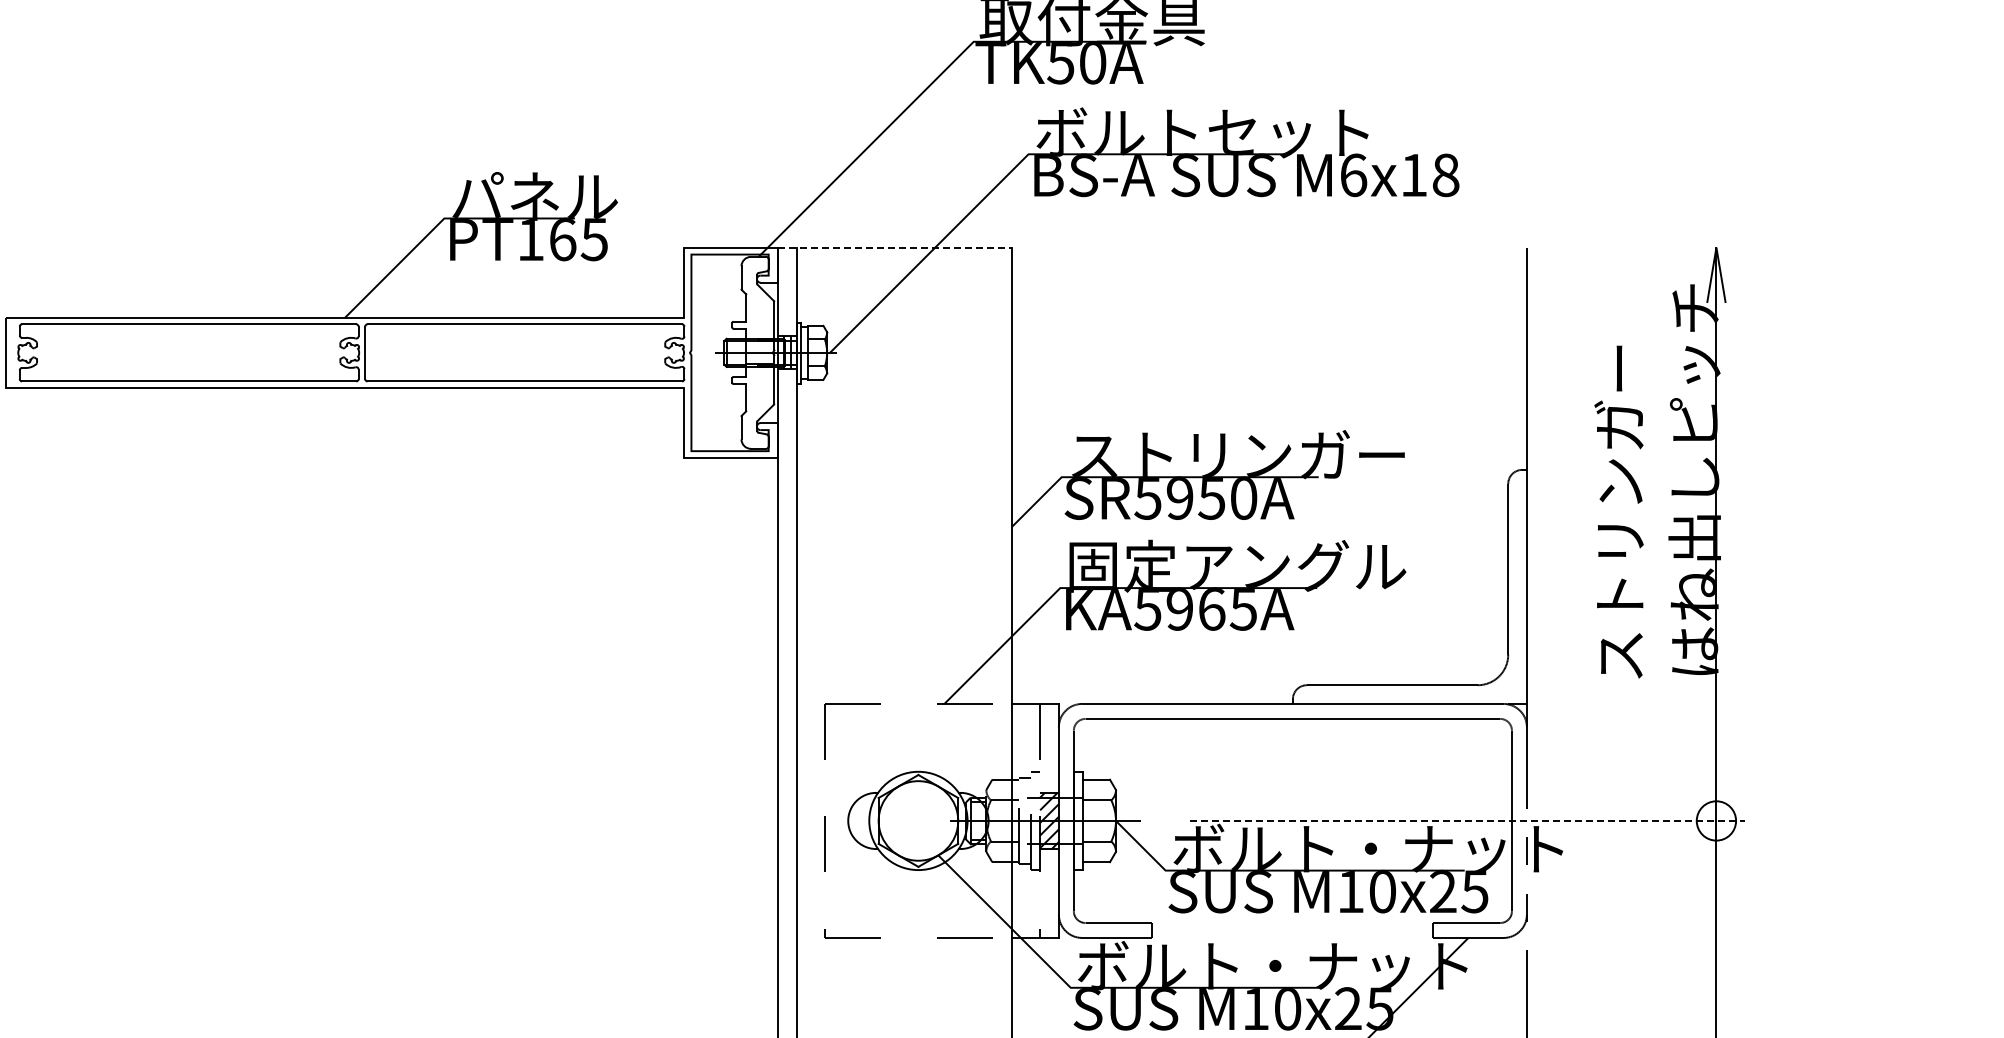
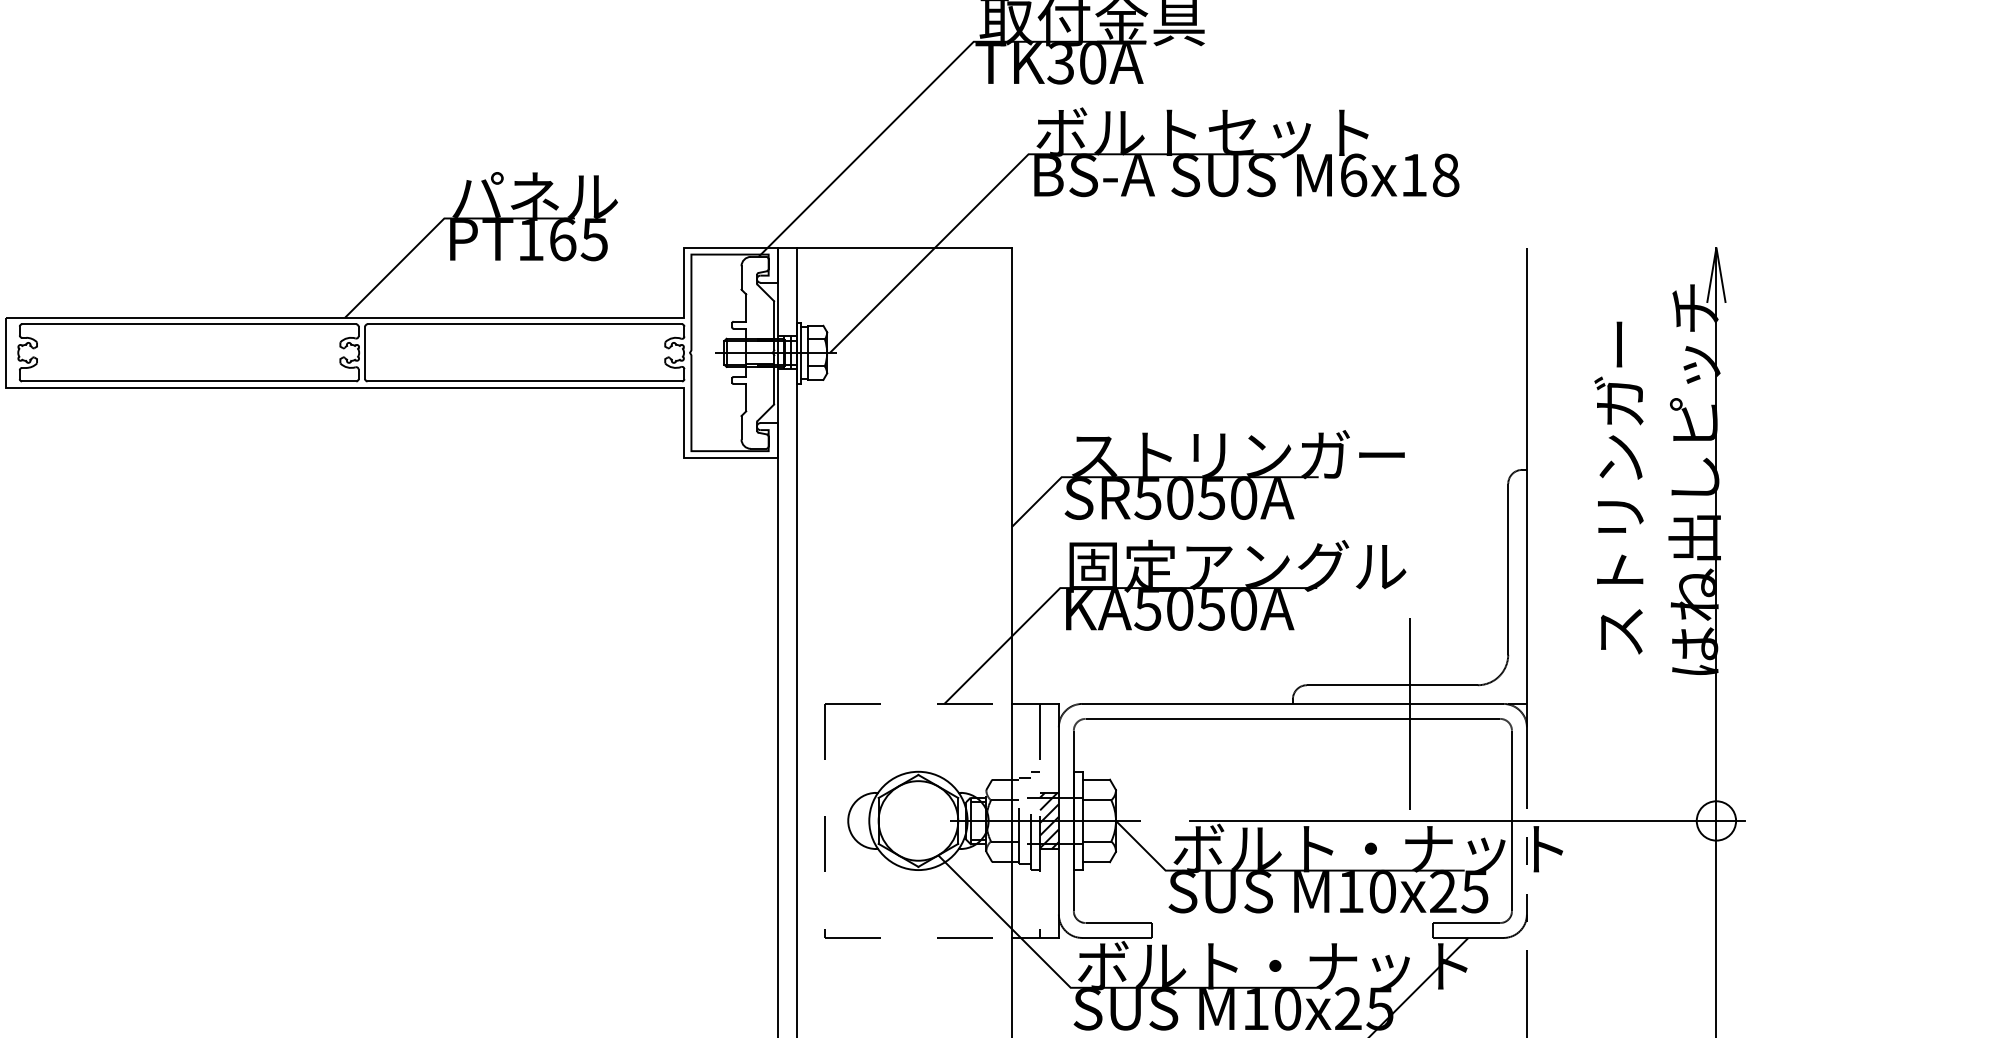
text at (1060, 63): TK50A -> TK30A
line at (895, 247): dashed -> solid
text at (1179, 498): SR5950A -> SR5050A
text at (1618, 511) position: (1618, 511) -> (1618, 487)
text at (1211, 609): KA5965A -> KA5050A
line at (1409, 713): none -> present
line at (1467, 820): dashed -> solid
